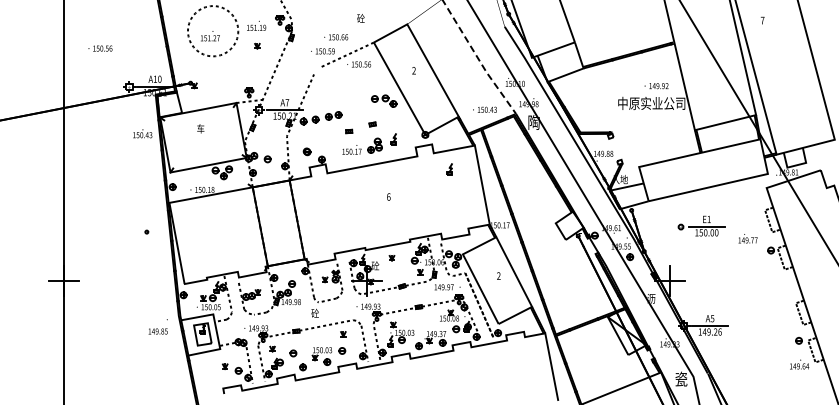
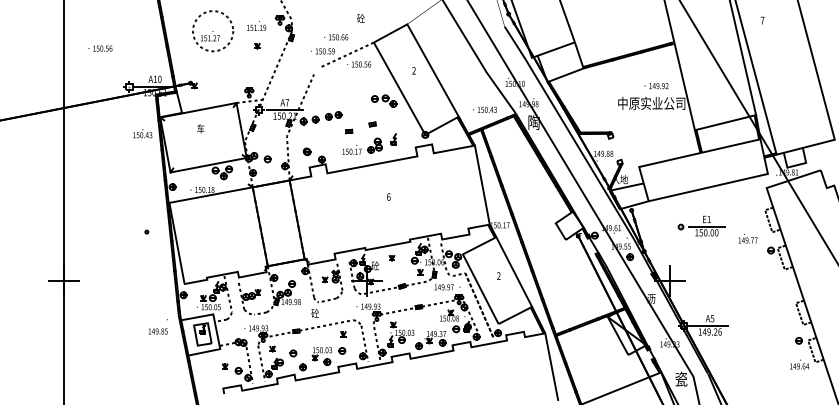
circle at (212, 31) diameter: 50 px -> 40 px
line at (478, 58): dashed -> solid
part at (449, 169): present -> none
